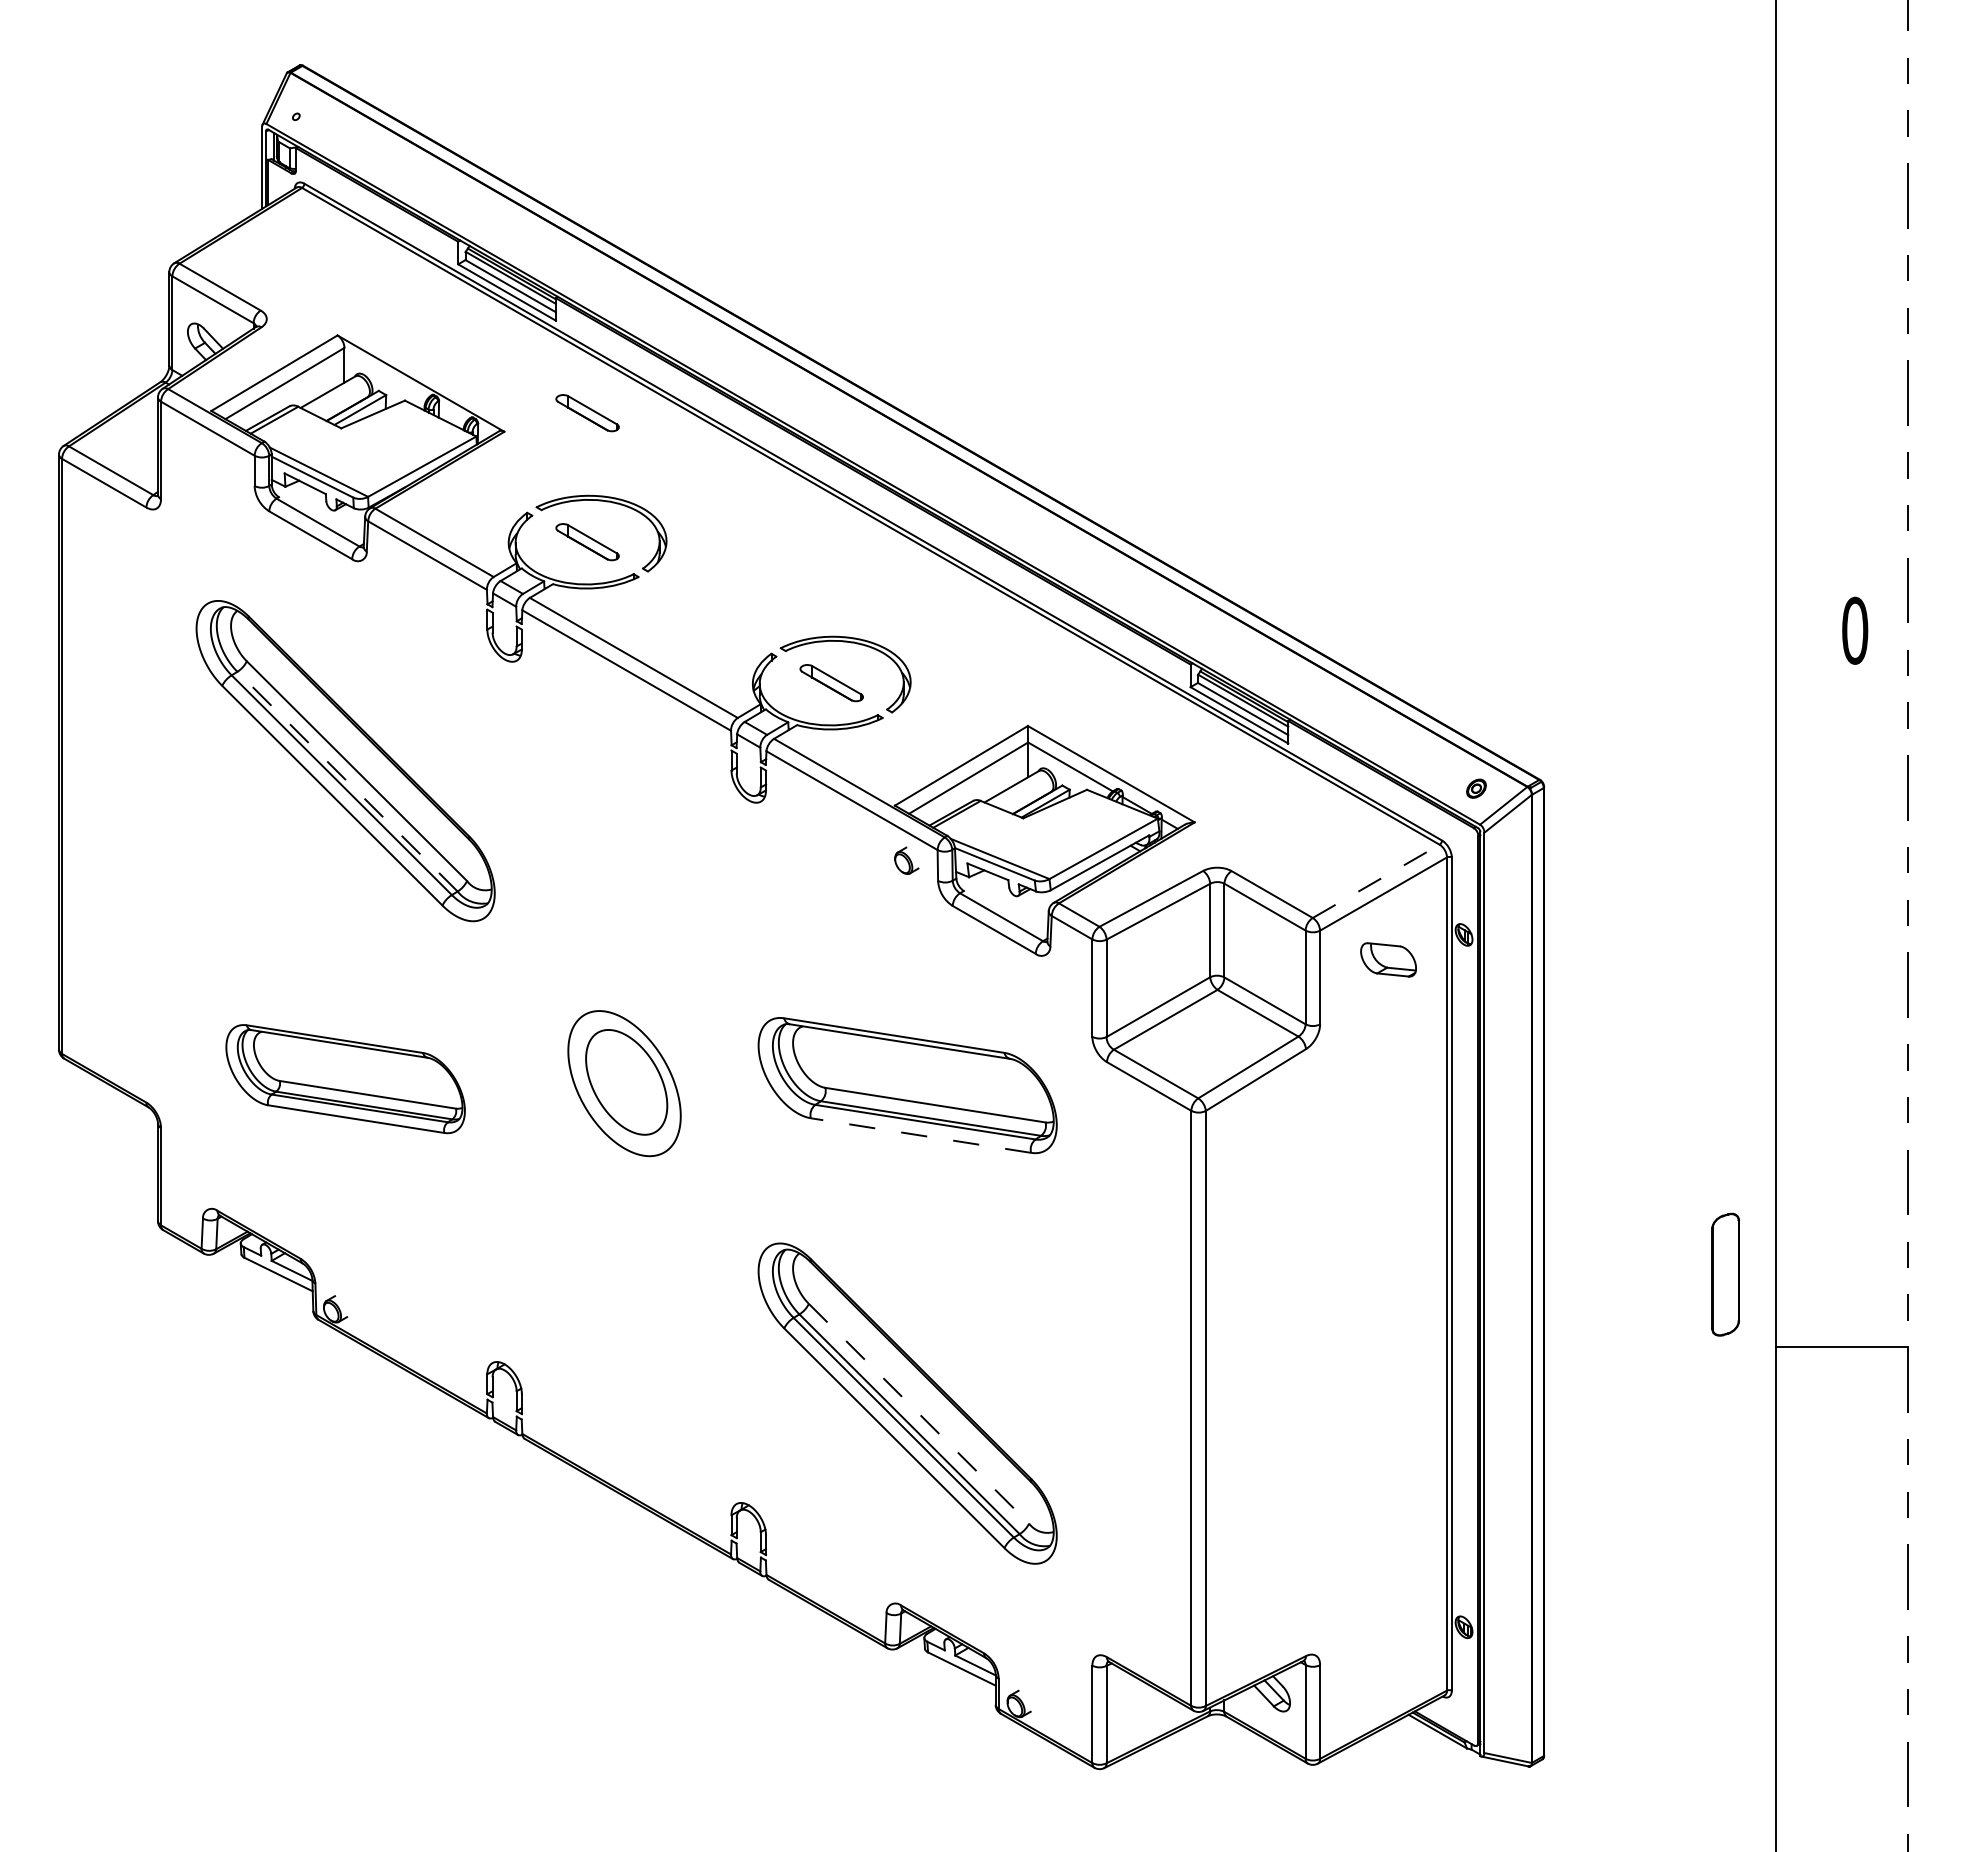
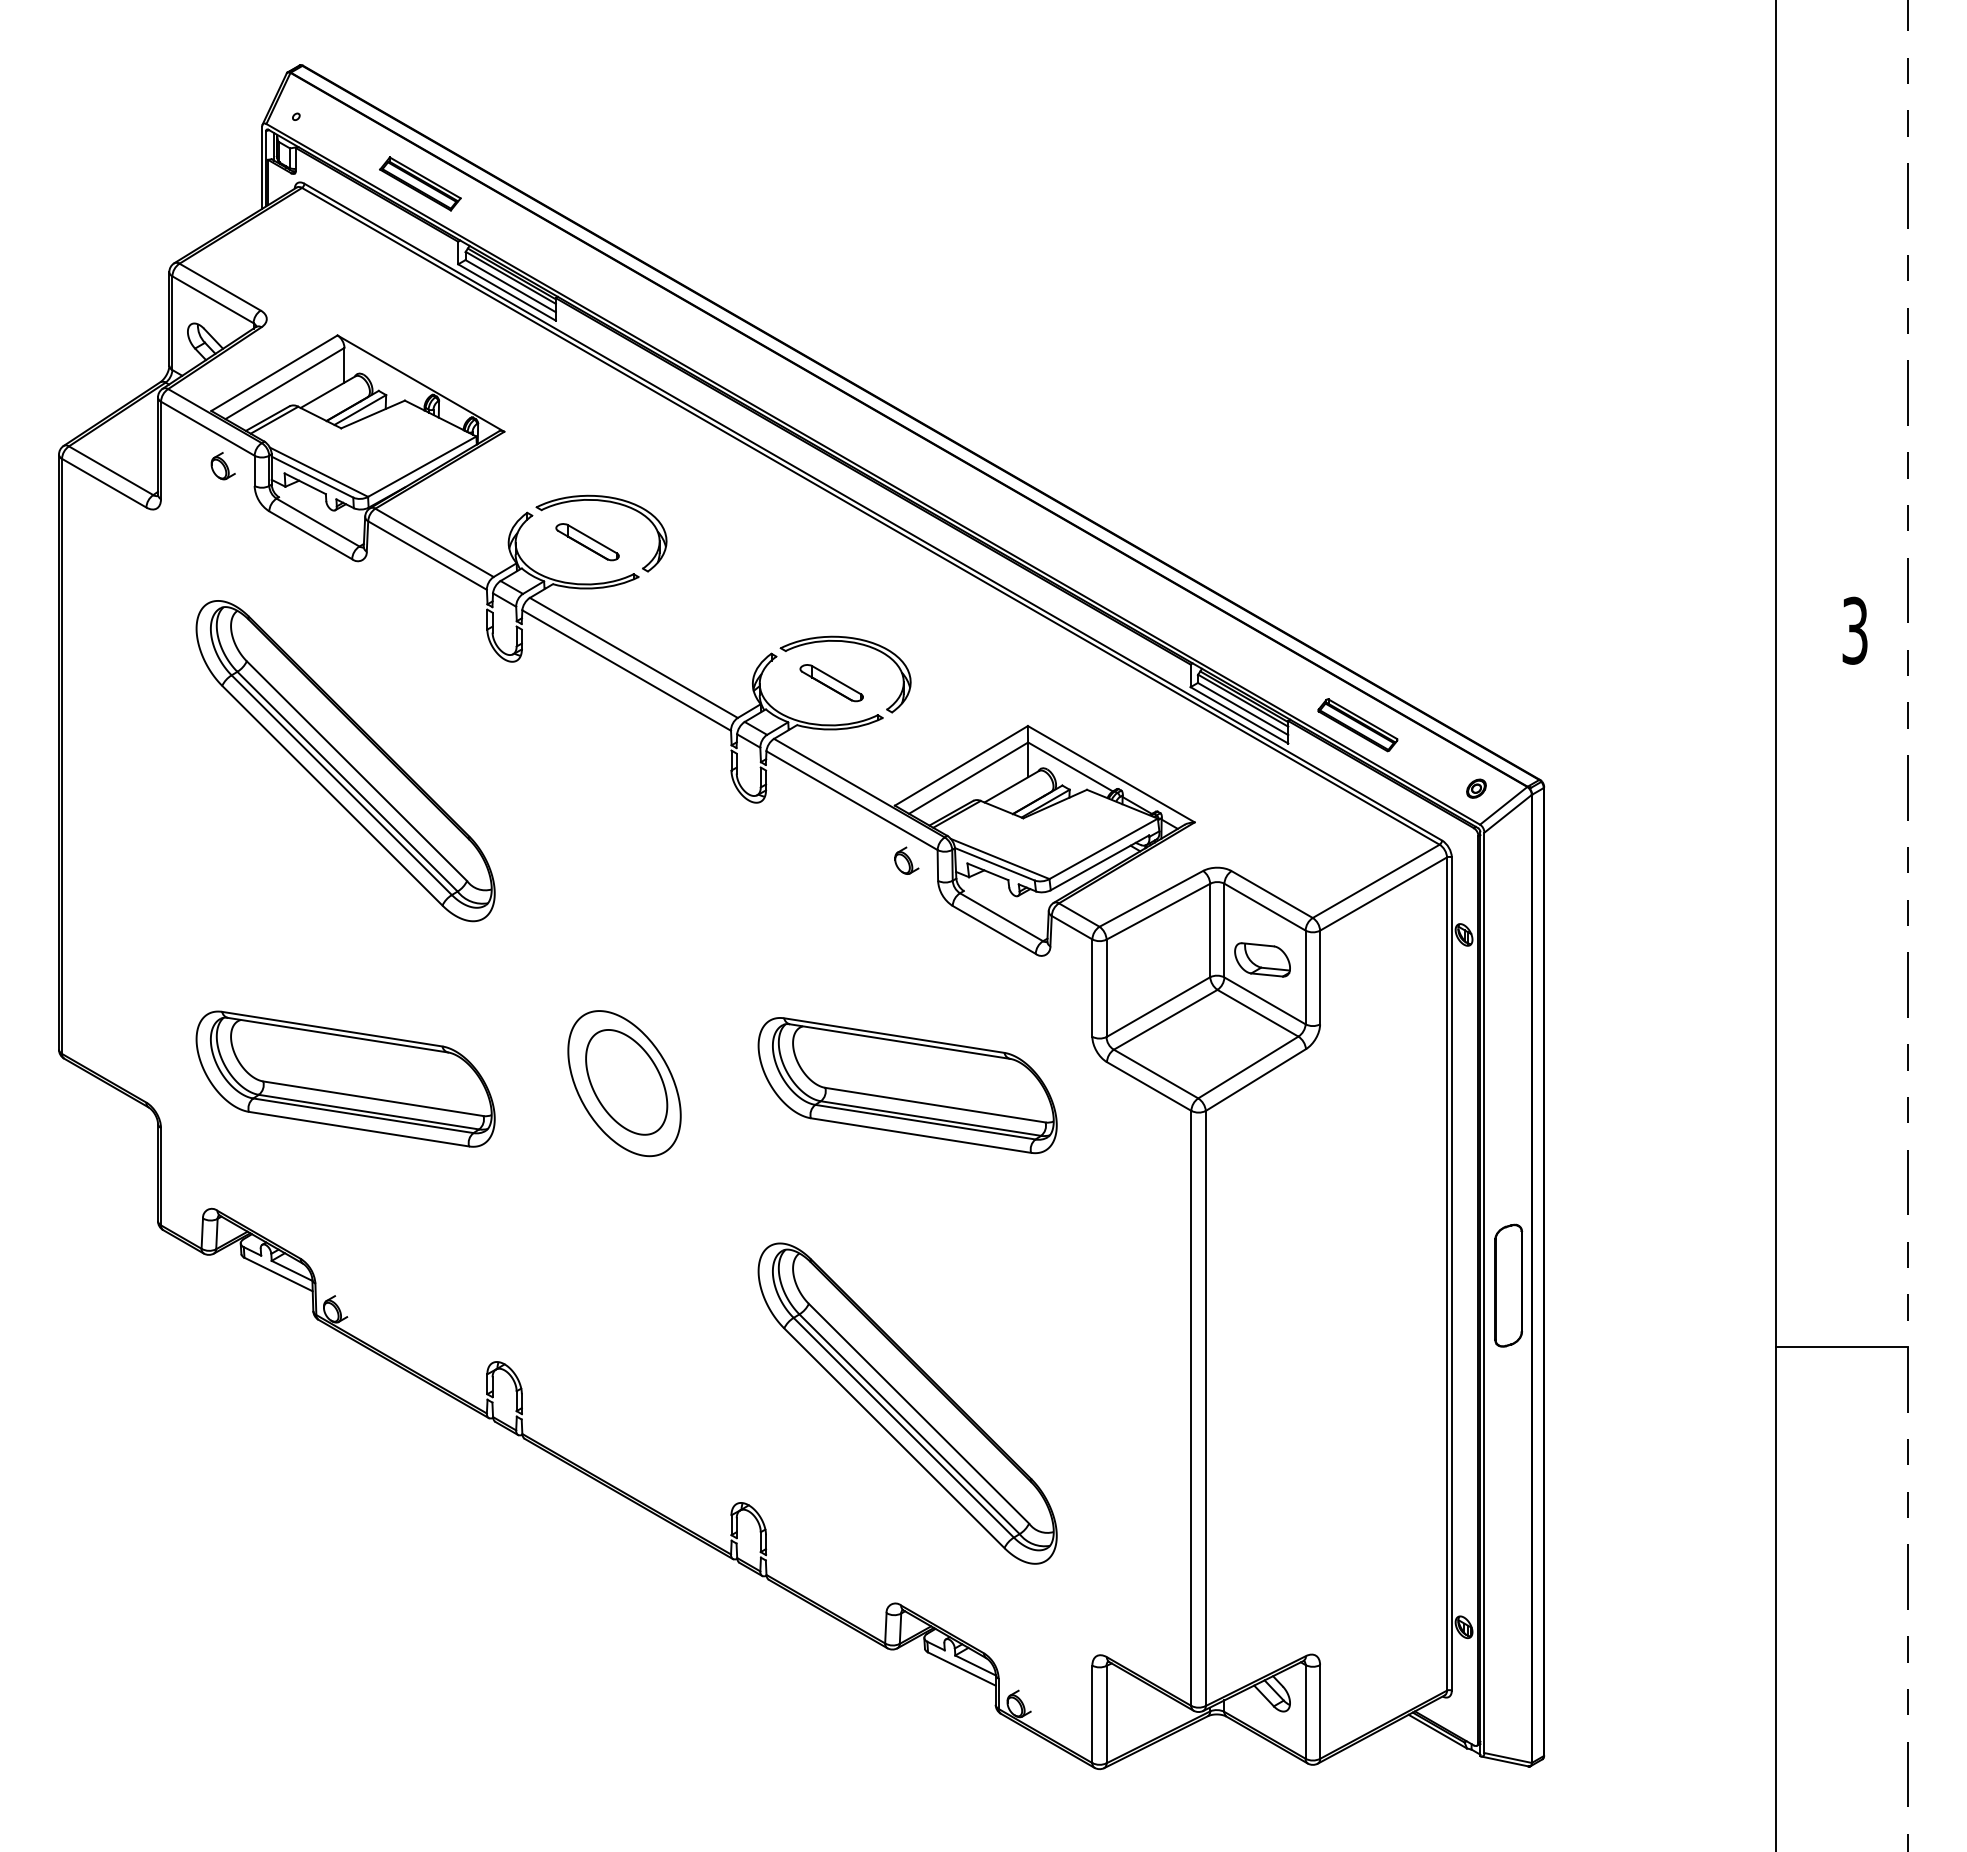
part at (420, 183): none -> present
part at (587, 413): present -> none
part at (222, 466): none -> present
text at (1855, 630): 0 -> 3
part at (1357, 725): none -> present
line at (347, 781): dashed -> solid
line at (1376, 881): dashed -> solid
part at (1388, 959) position: (1388, 959) -> (1262, 959)
part at (345, 1079) size: 241x111 px -> 301x138 px
line at (920, 1135): dashed -> solid
part at (1725, 1274) position: (1725, 1274) -> (1508, 1285)
line at (919, 1413): dashed -> solid
